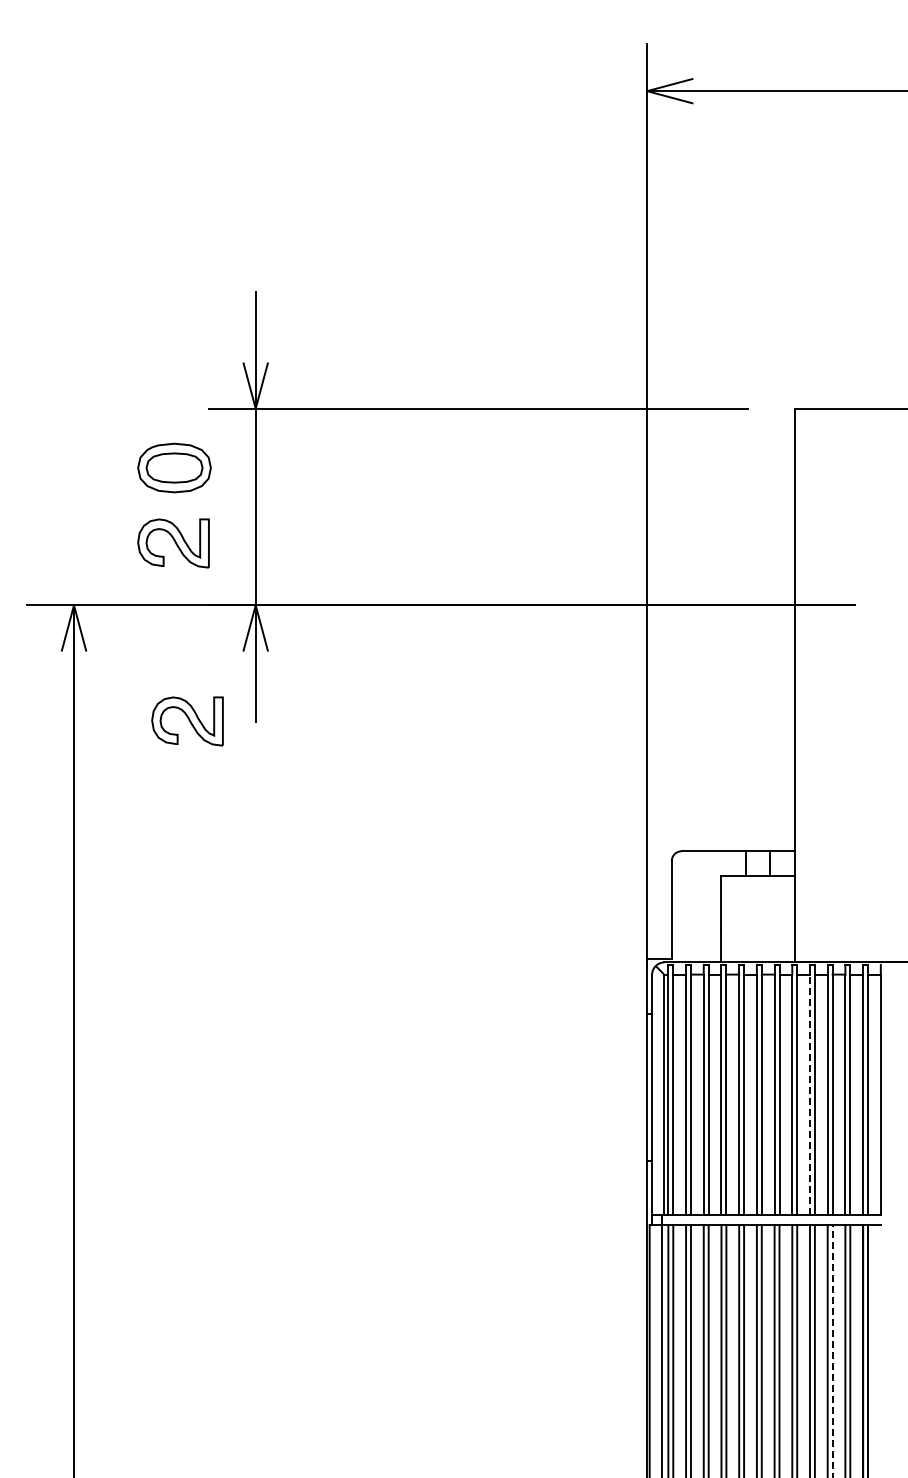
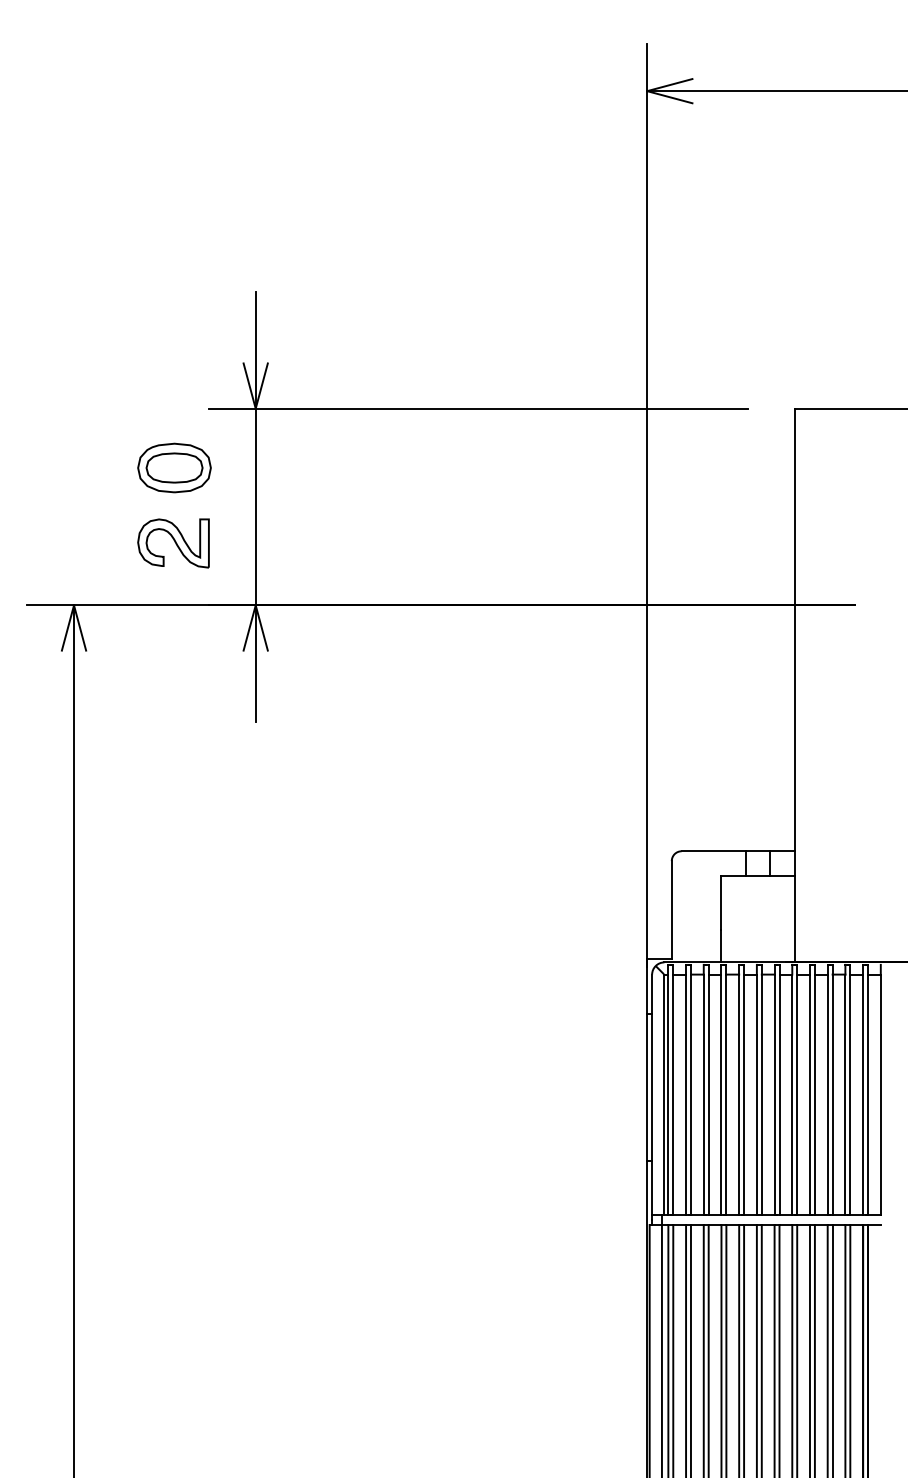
part at (187, 721): present -> none
line at (809, 1094): dashed -> solid
line at (832, 1350): dashed -> solid
